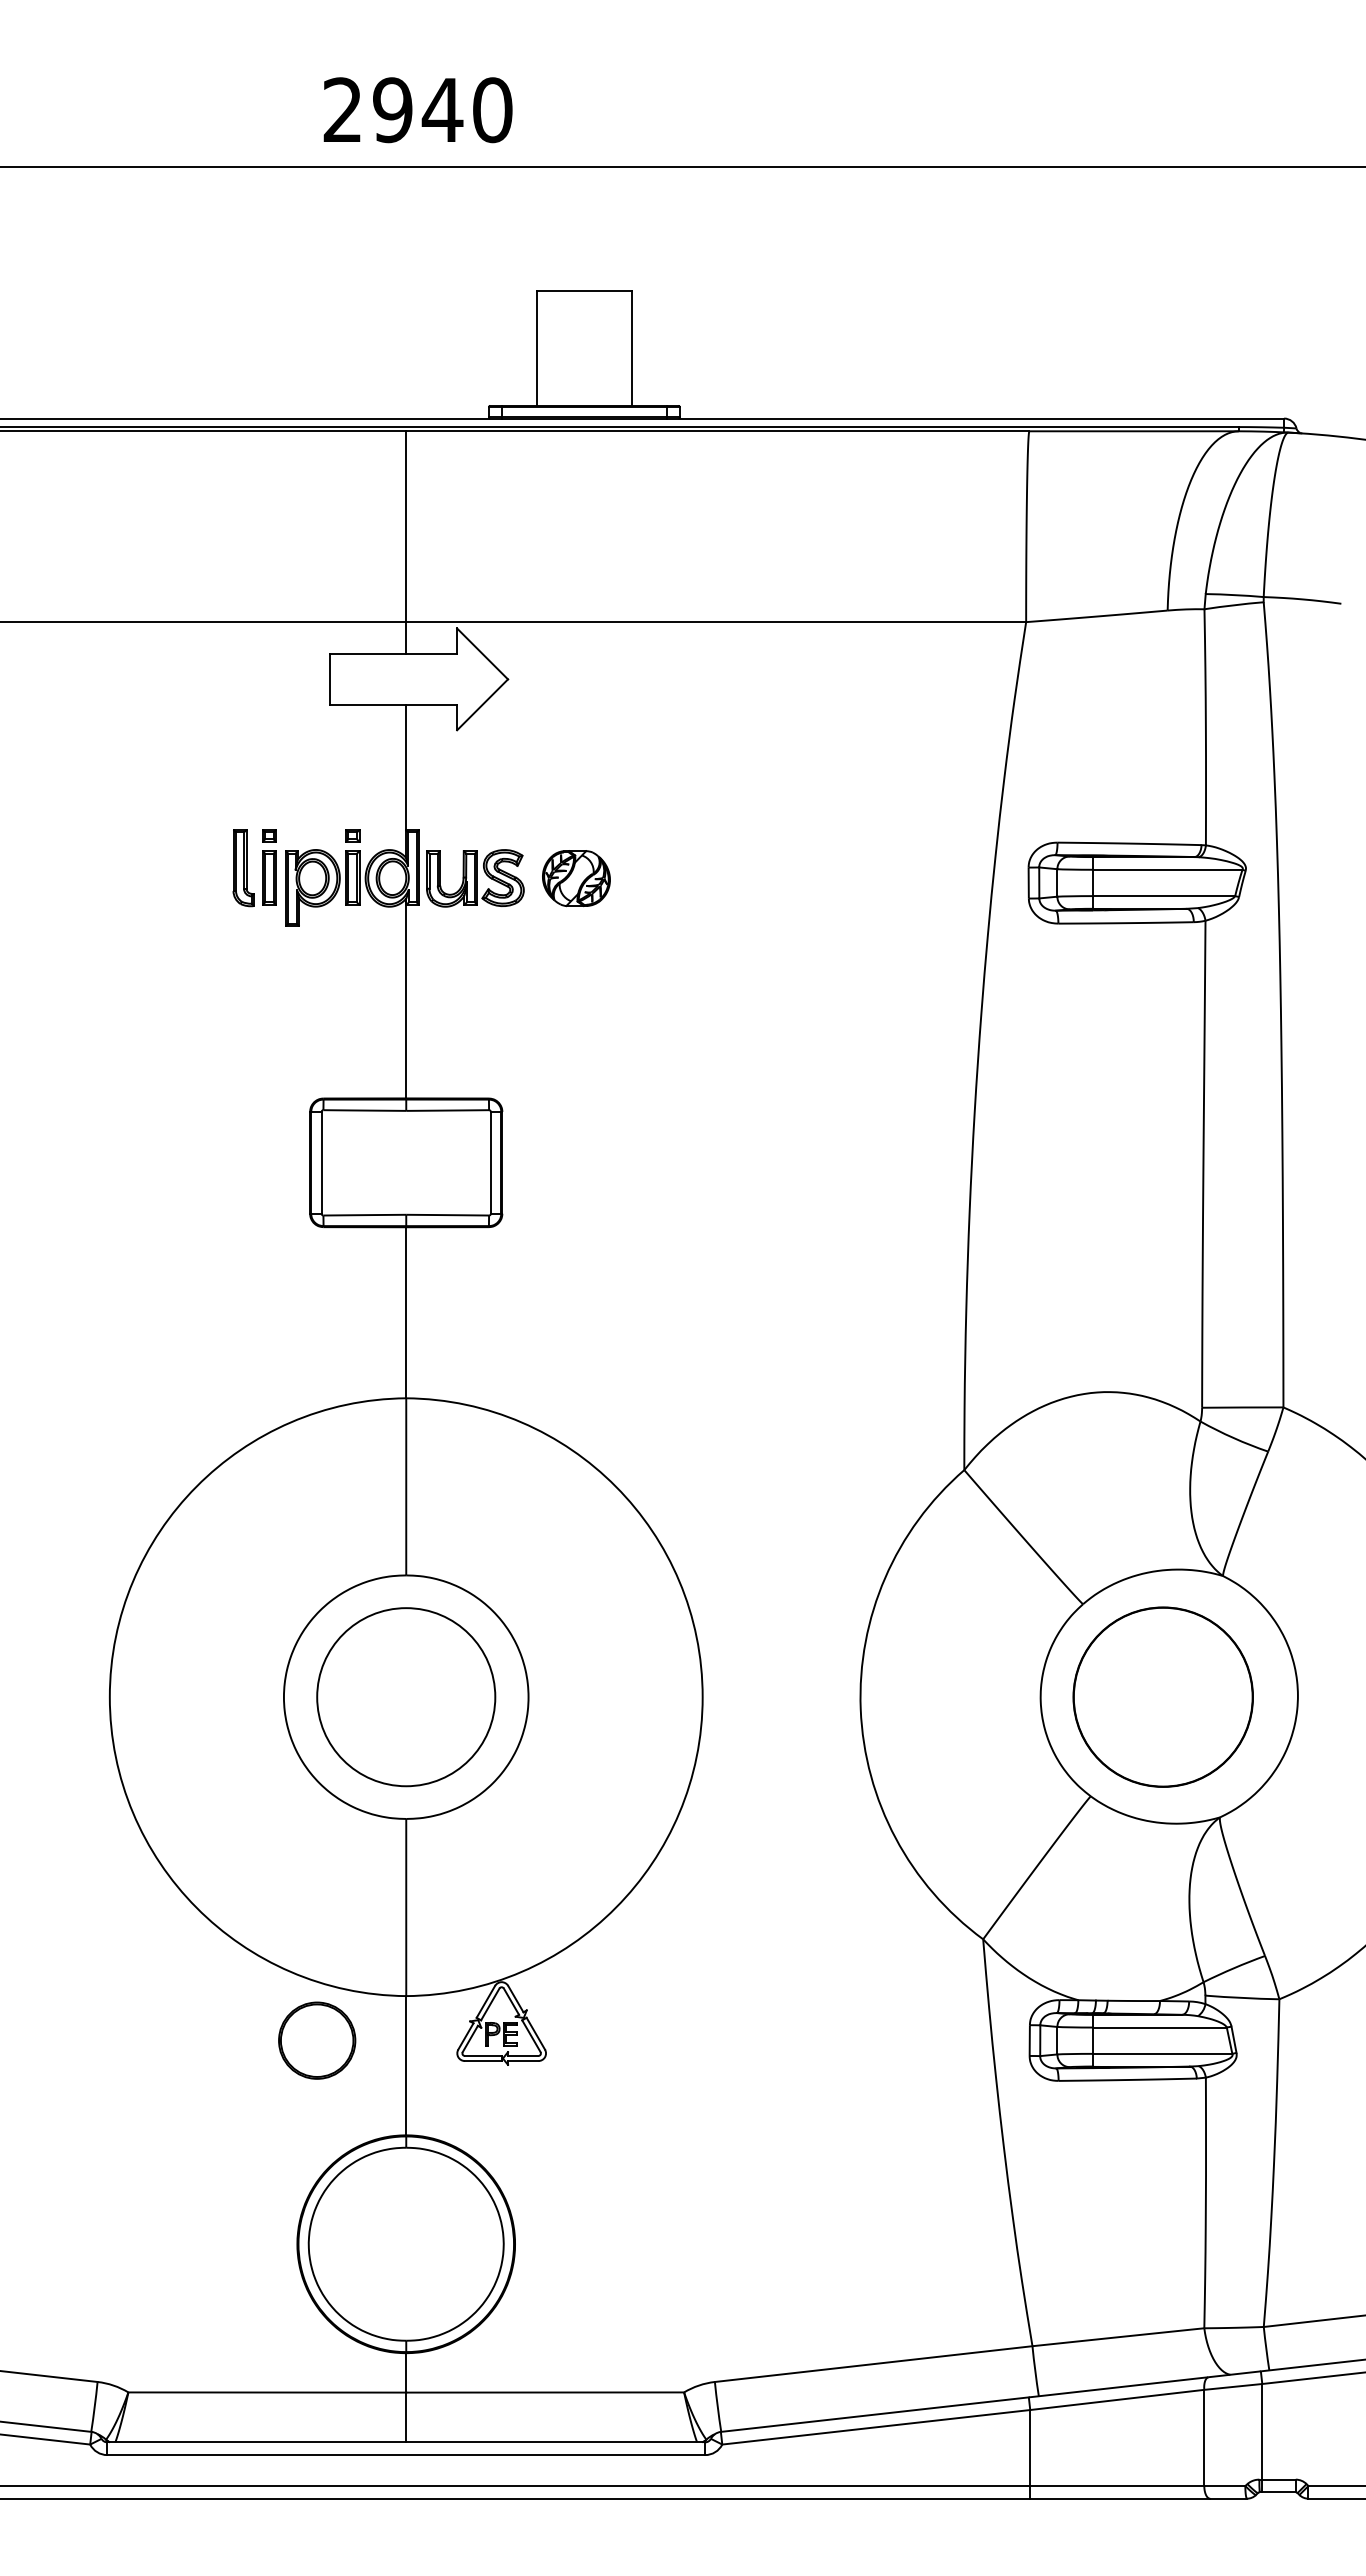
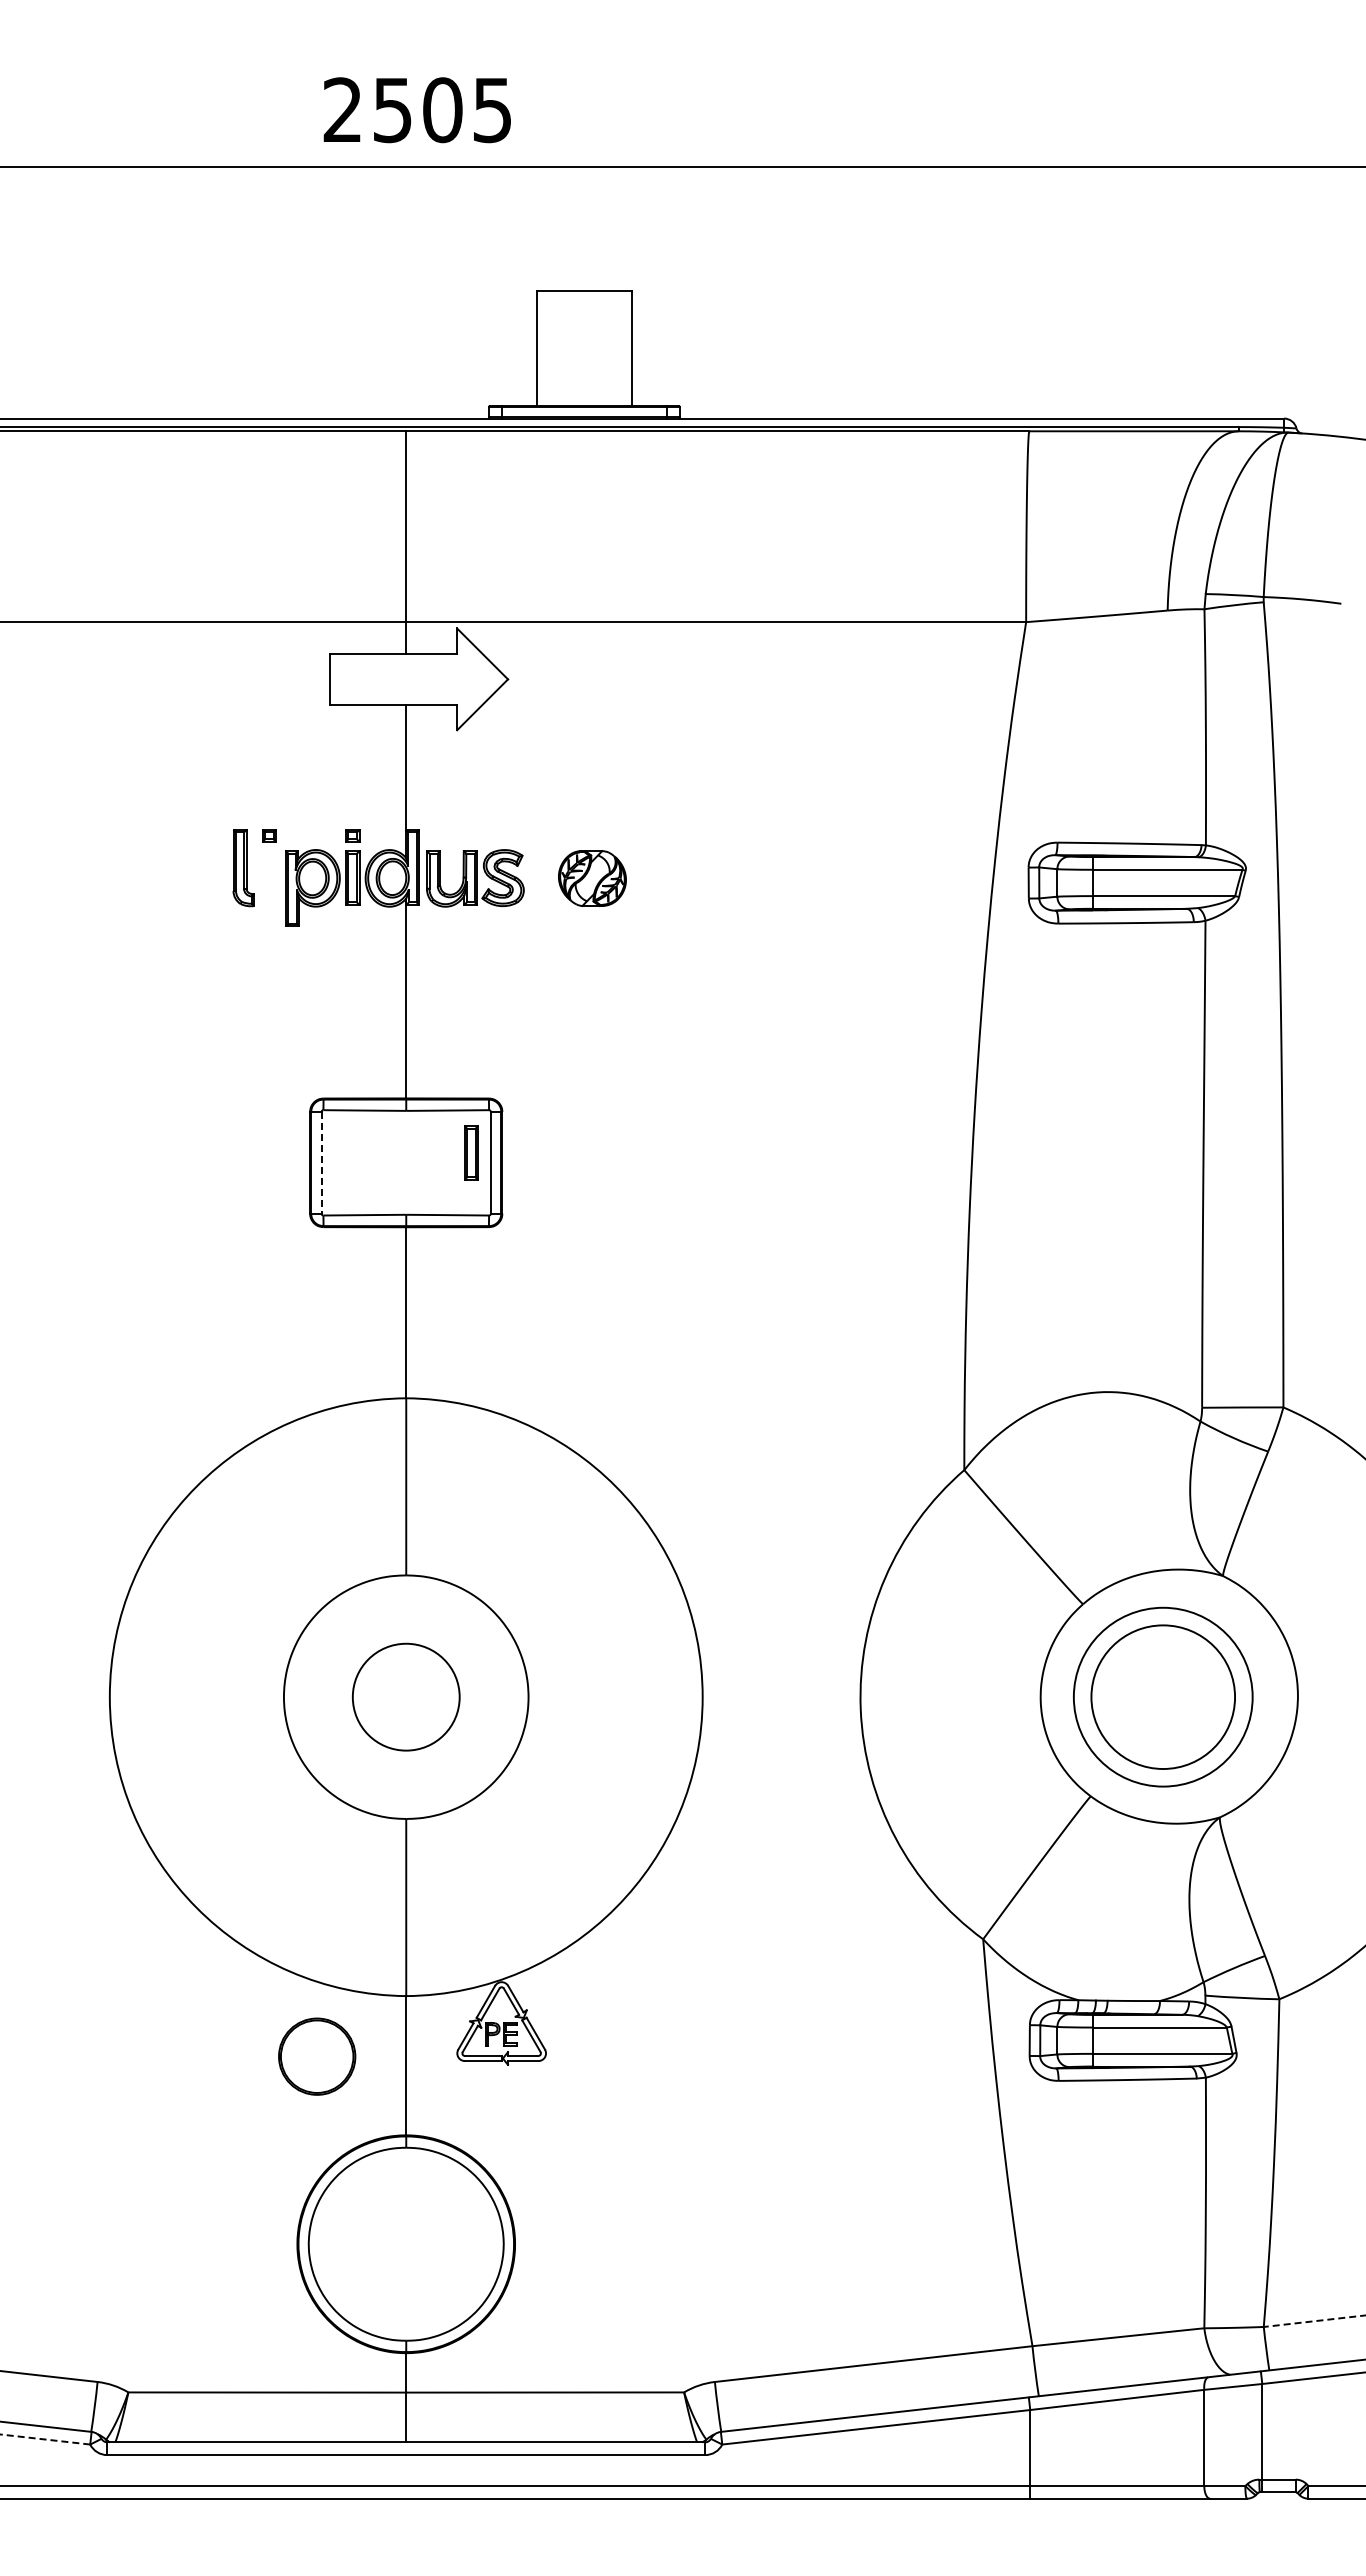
text at (442, 110): 2940 -> 2505
part at (269, 877) position: (269, 877) -> (471, 1152)
part at (576, 878) position: (576, 878) -> (592, 878)
line at (321, 1162): solid -> dashed
circle at (1163, 1696) diameter: 180 px -> 144 px
circle at (406, 1697) diameter: 178 px -> 107 px
part at (317, 2040) position: (317, 2040) -> (317, 2056)
line at (1314, 2321): solid -> dashed
line at (45, 2439): solid -> dashed
